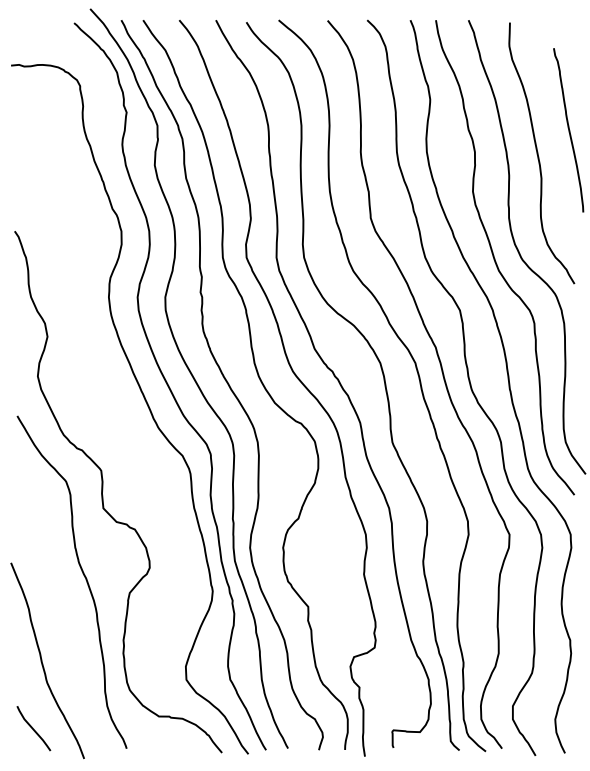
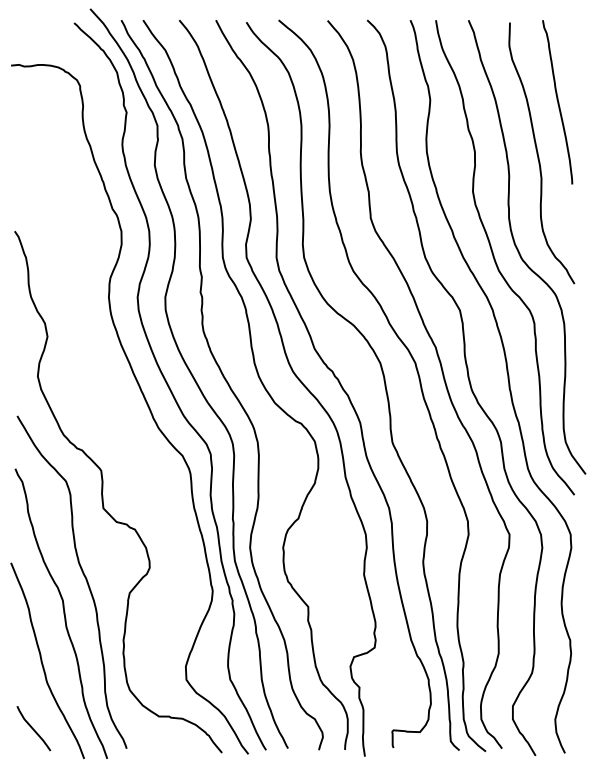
curve at (568, 130) position: (568, 130) -> (557, 102)
curve at (63, 613): none -> present
